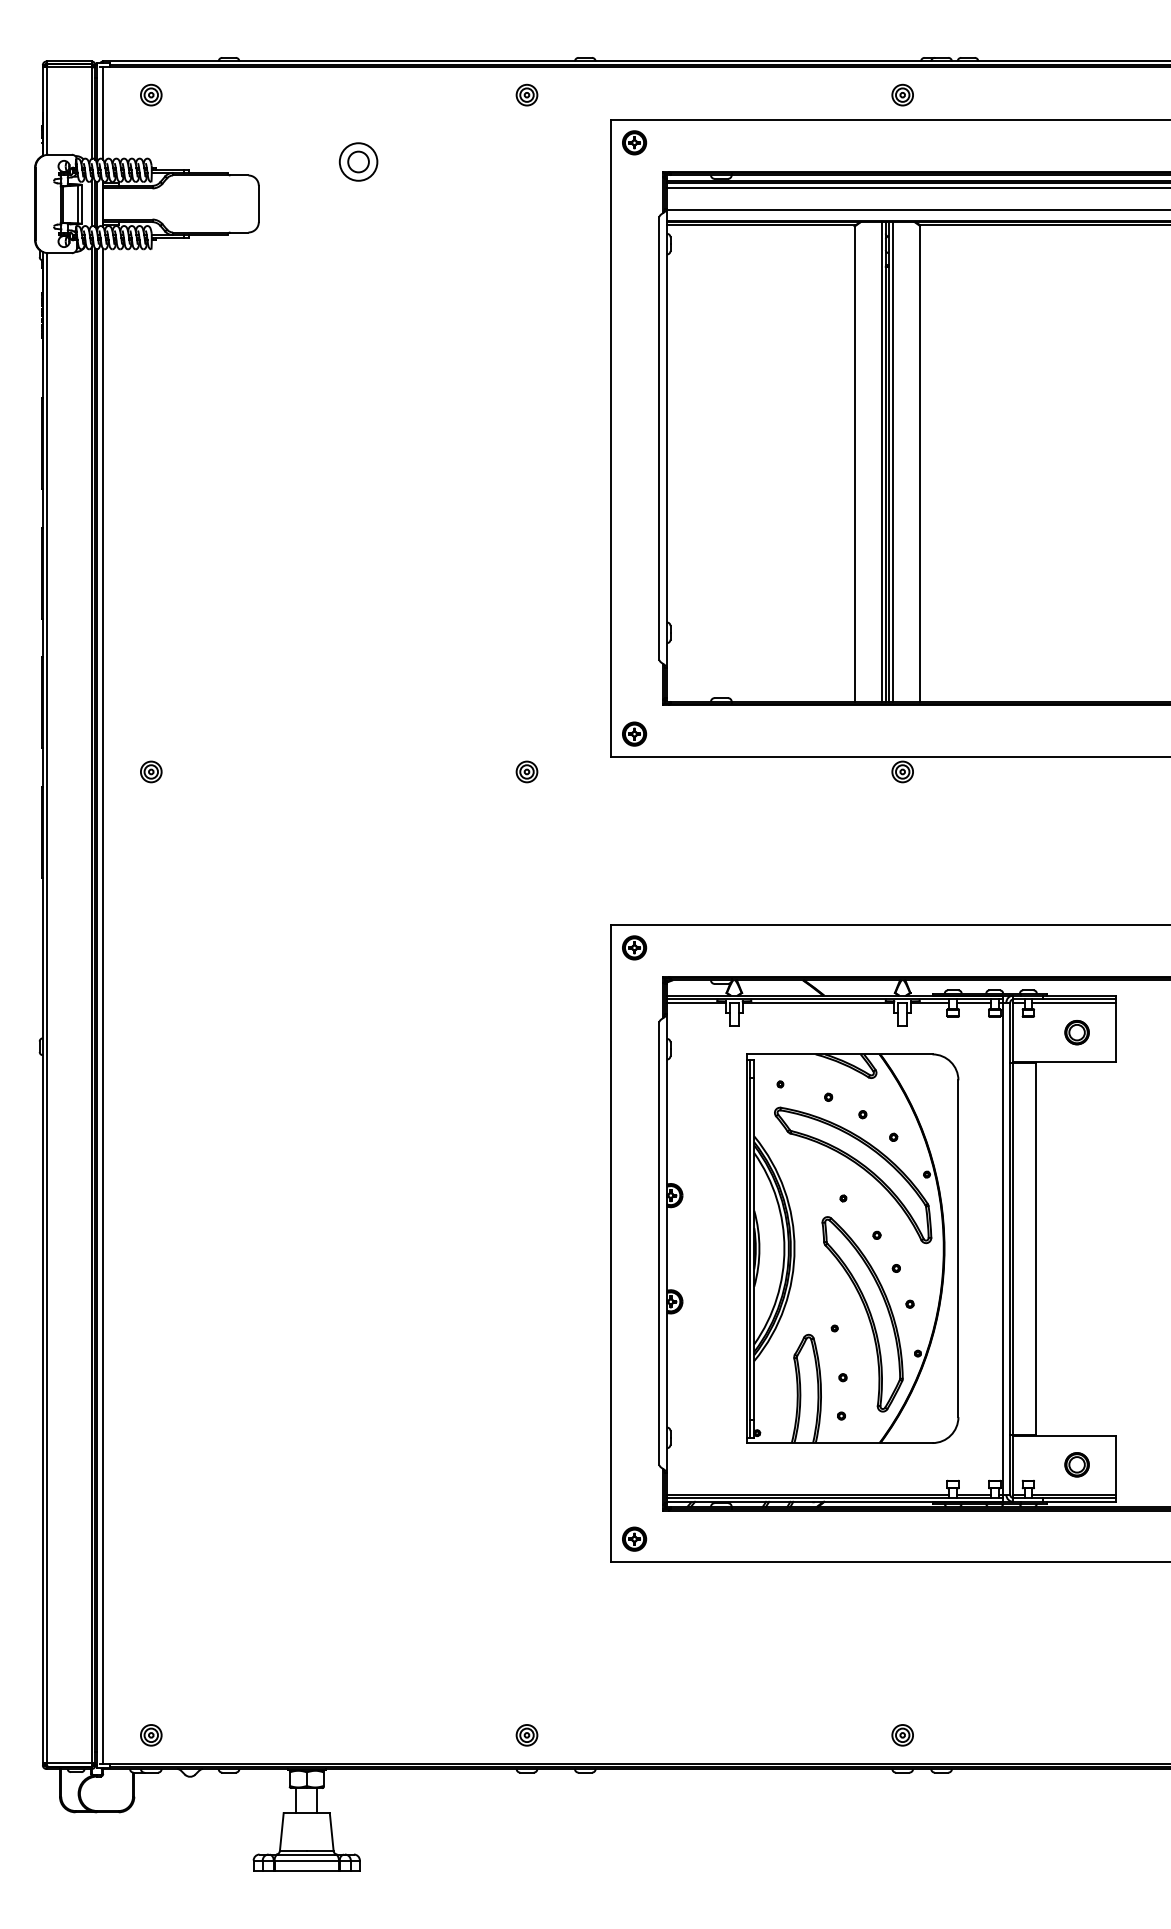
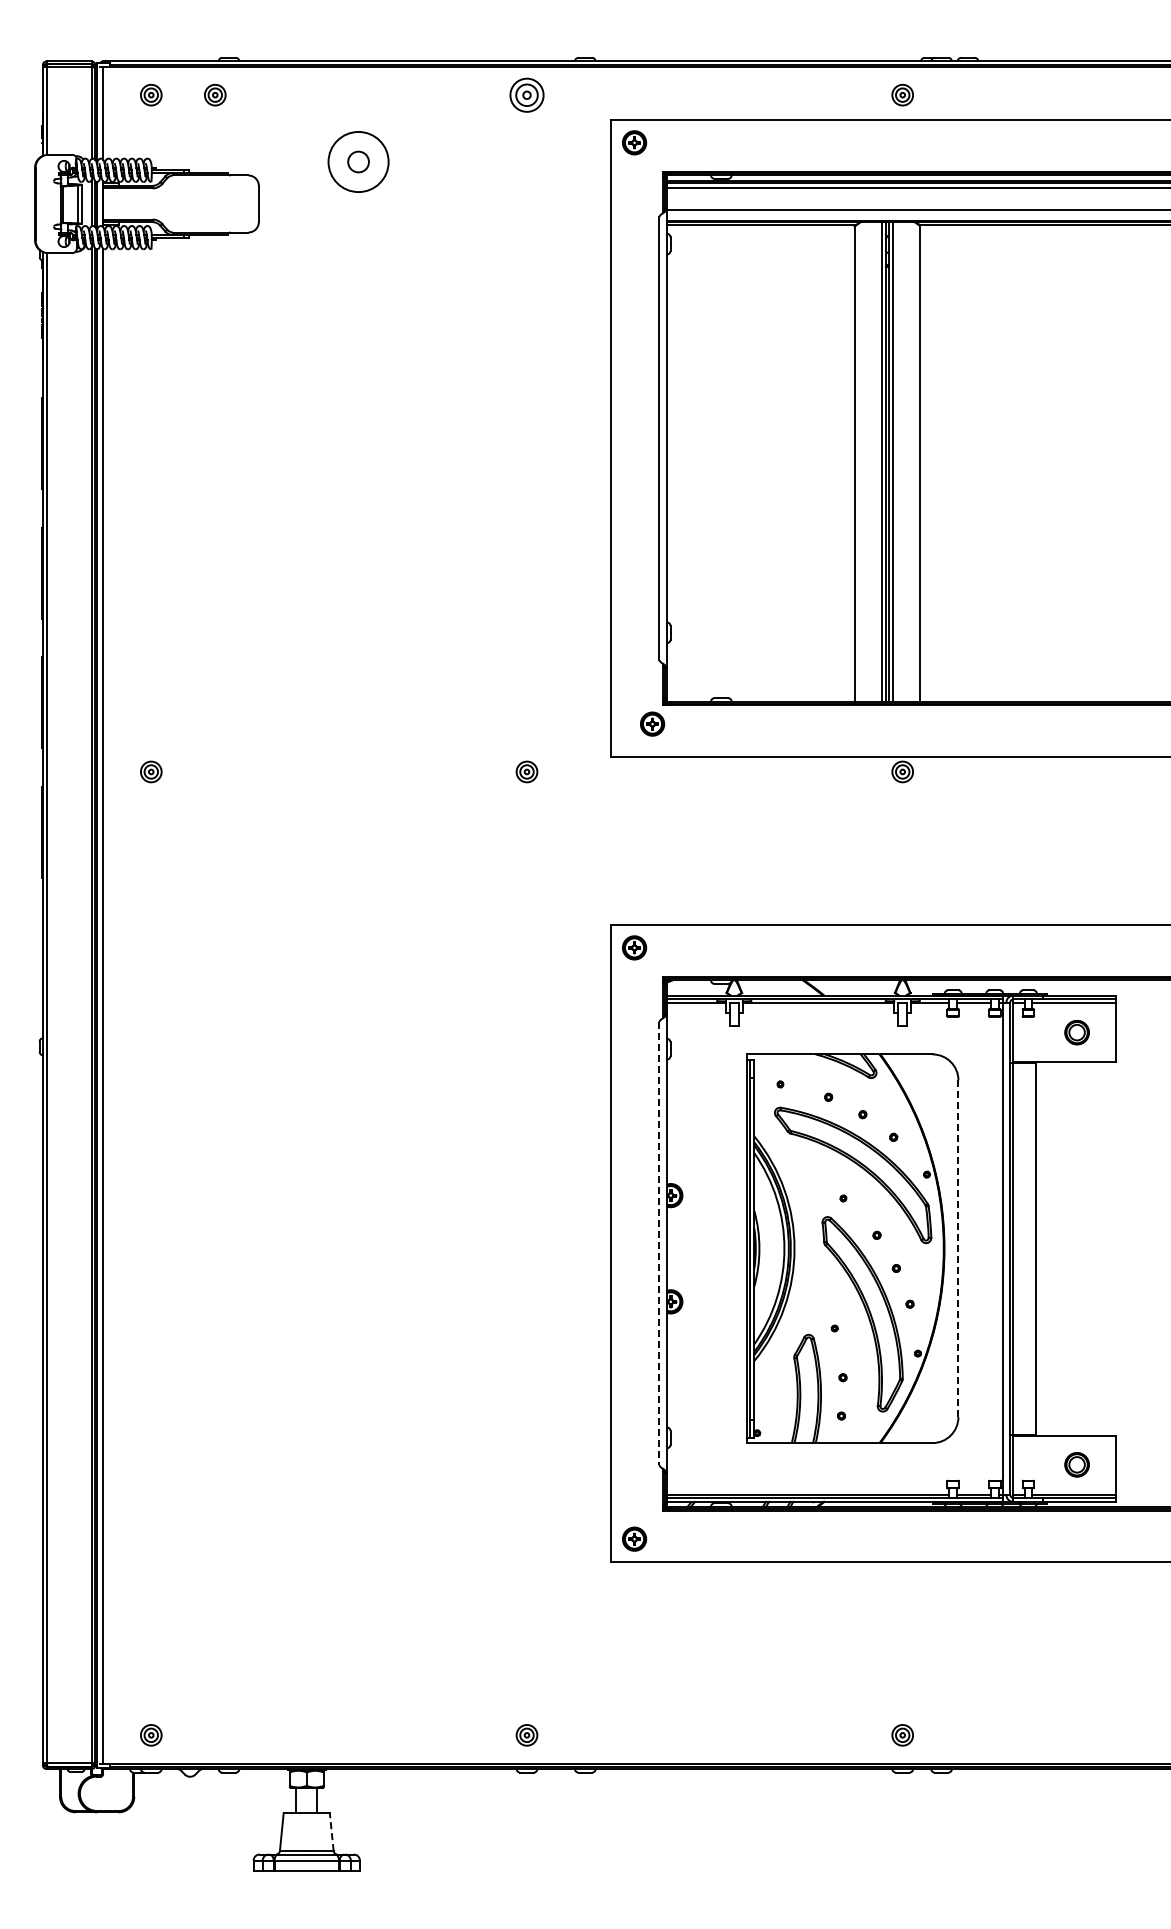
part at (215, 94): none -> present
part at (526, 94) size: 24x24 px -> 36x36 px
circle at (358, 161) diameter: 38 px -> 60 px
part at (634, 733) position: (634, 733) -> (652, 723)
line at (659, 1244): solid -> dashed
line at (958, 1248): solid -> dashed
line at (331, 1831): solid -> dashed
